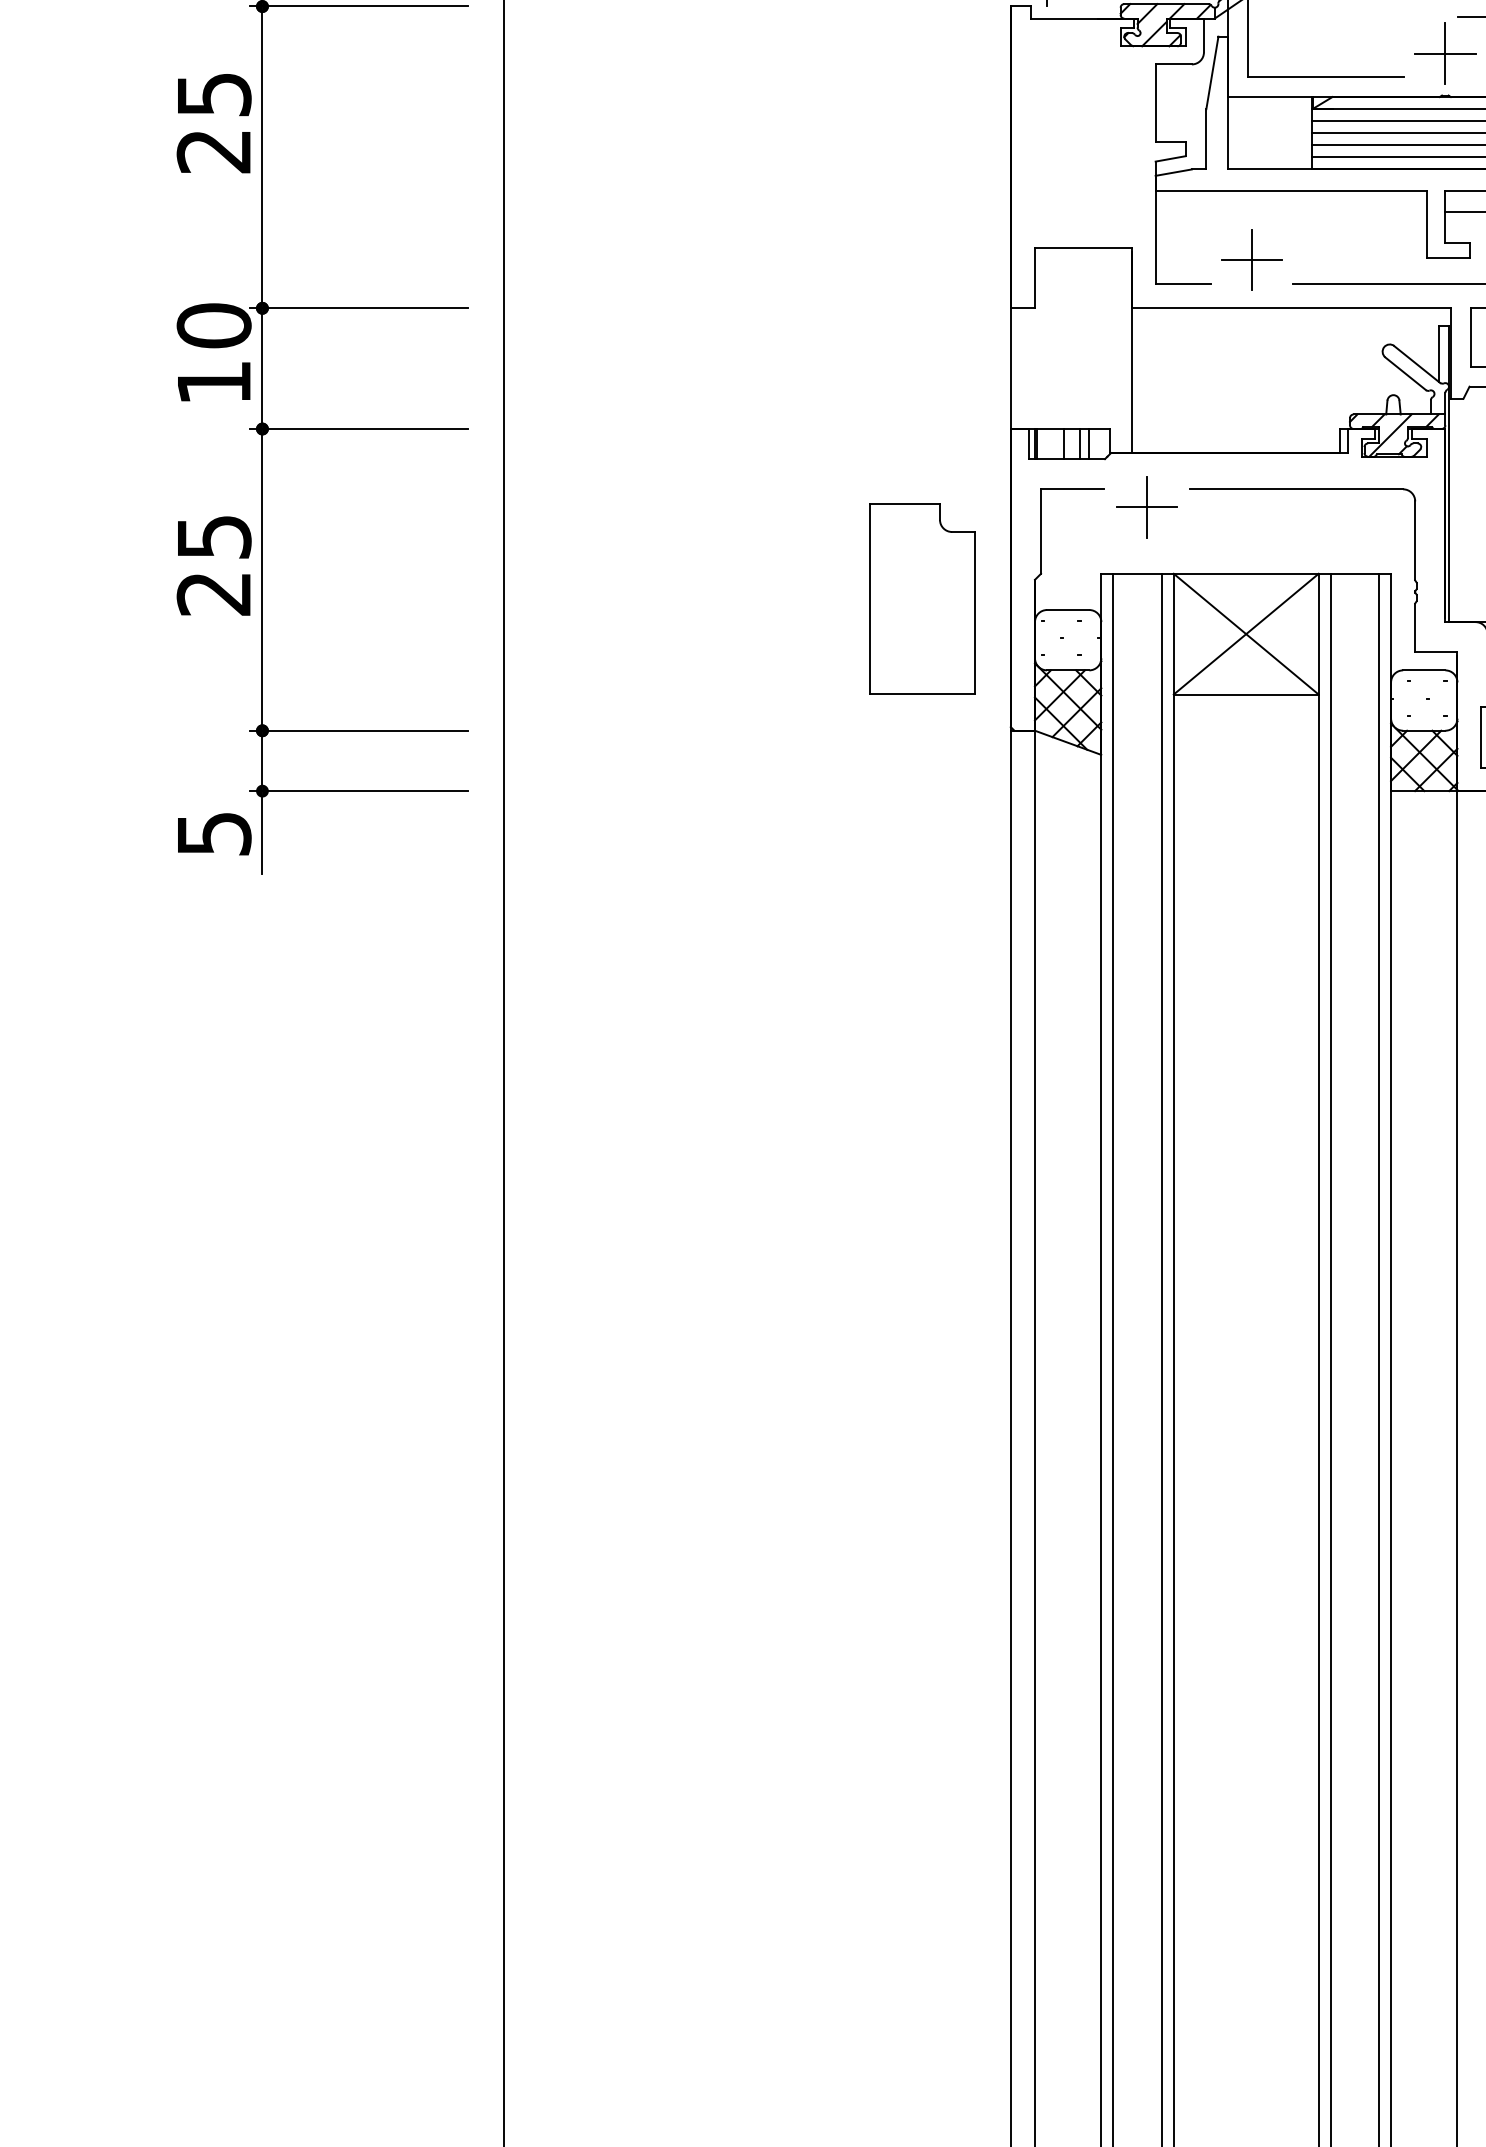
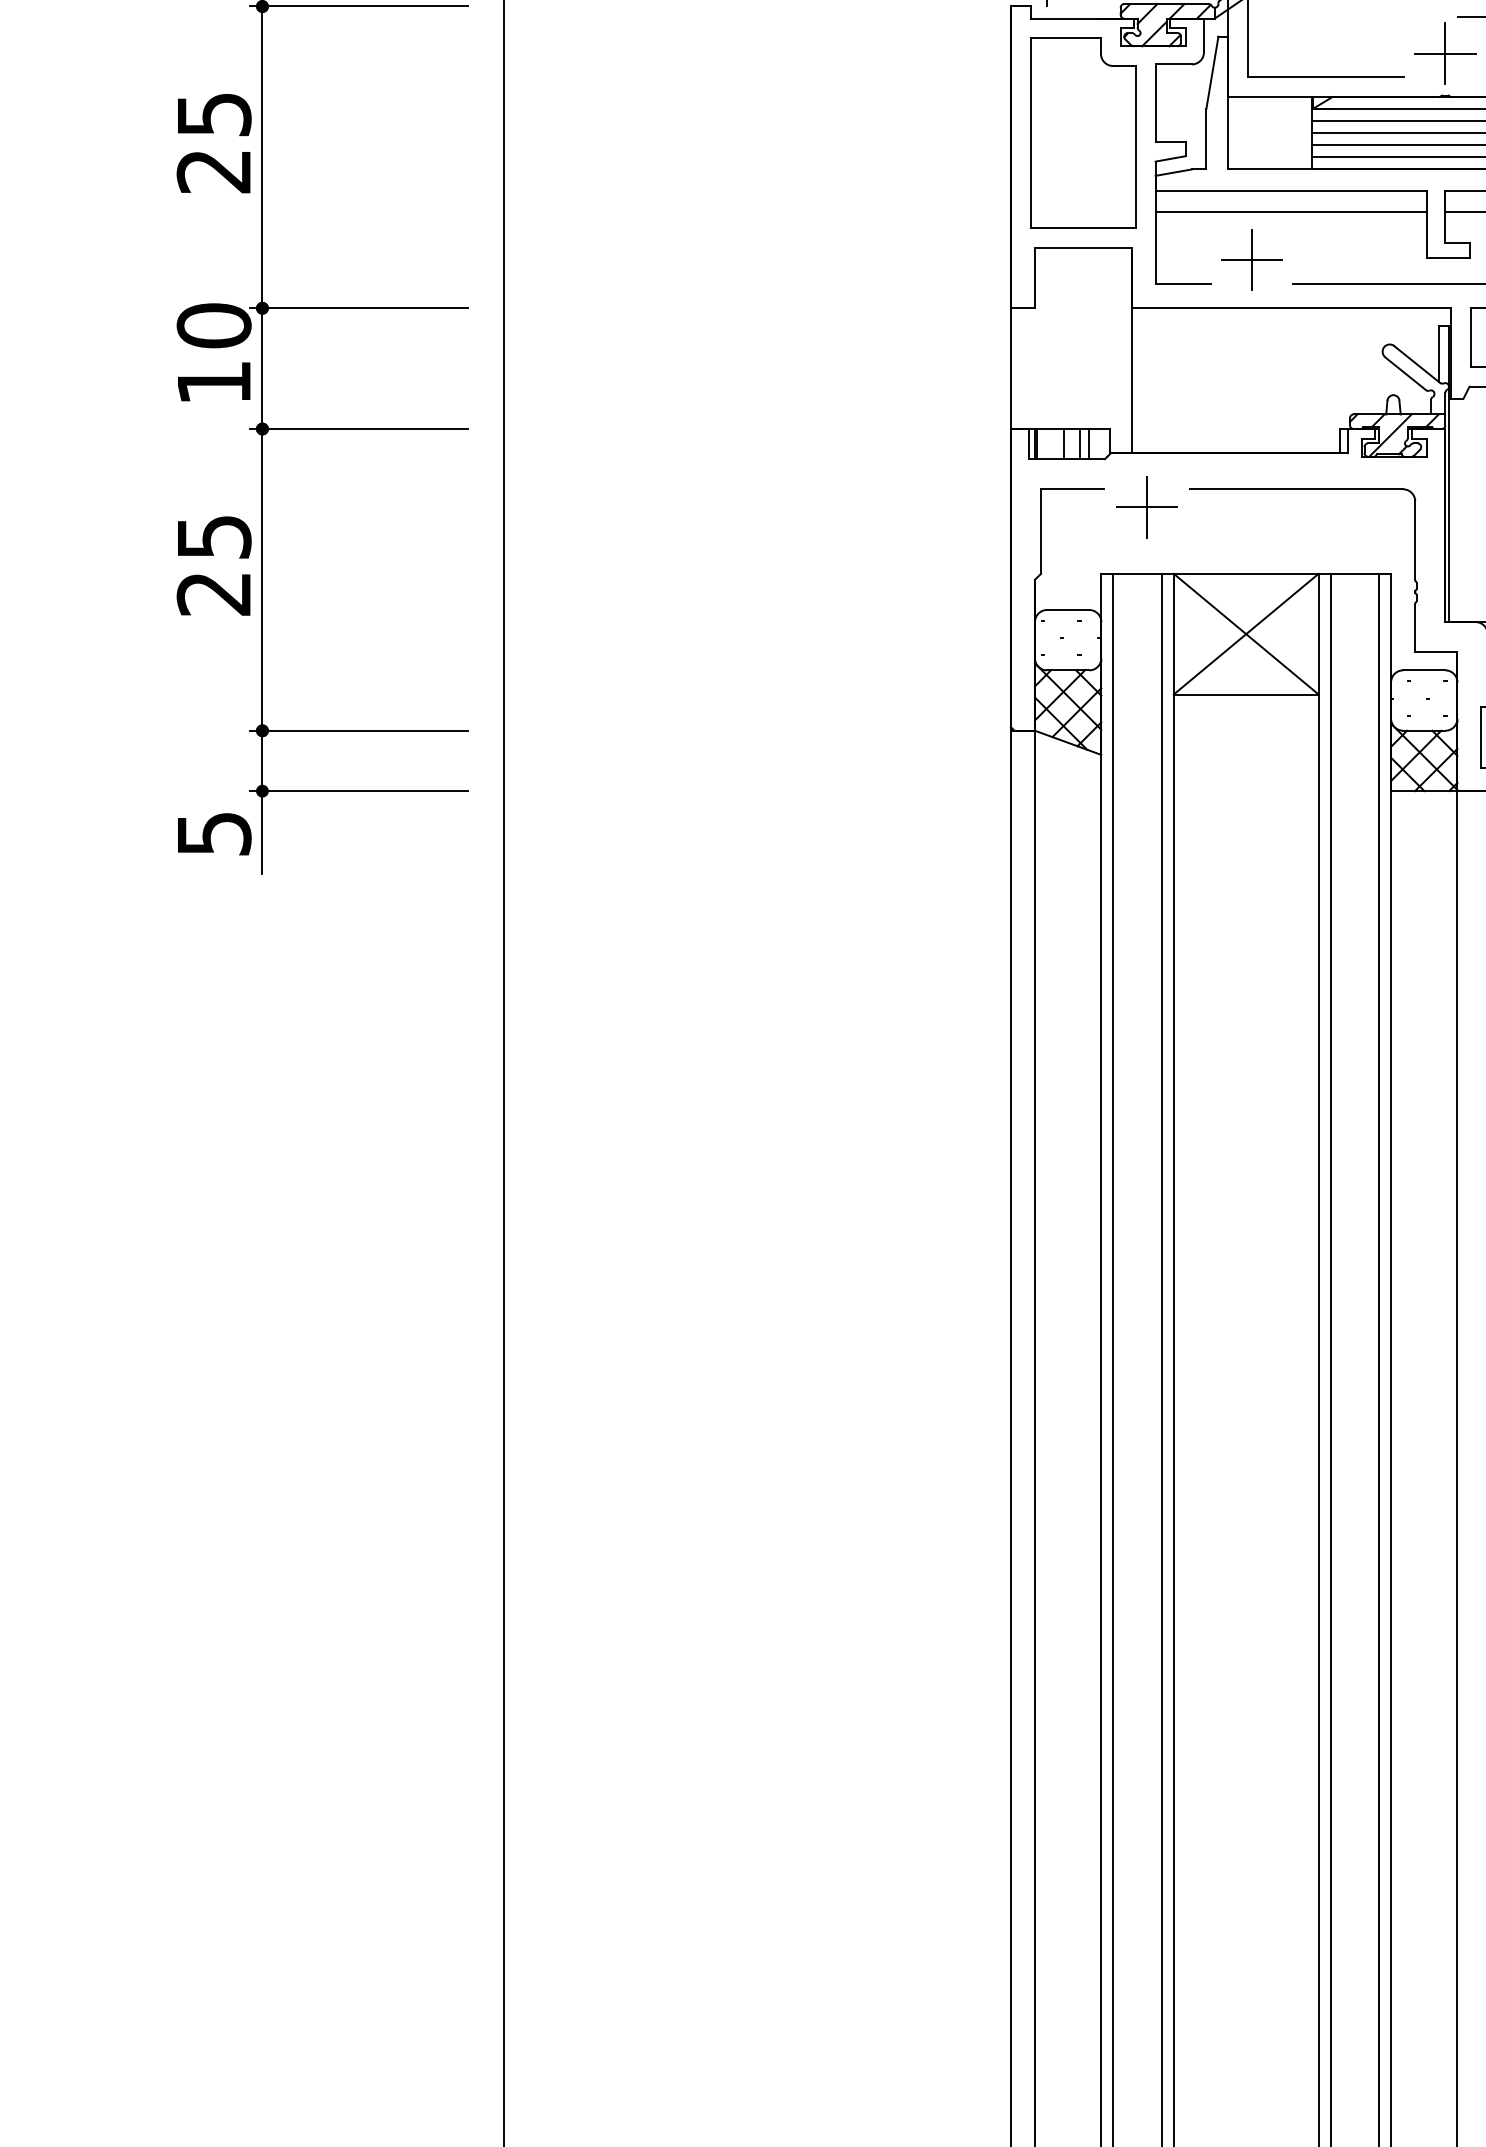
text at (213, 123) position: (213, 123) -> (213, 143)
line at (1291, 211): none -> present
part at (922, 598) position: (922, 598) -> (1083, 132)
